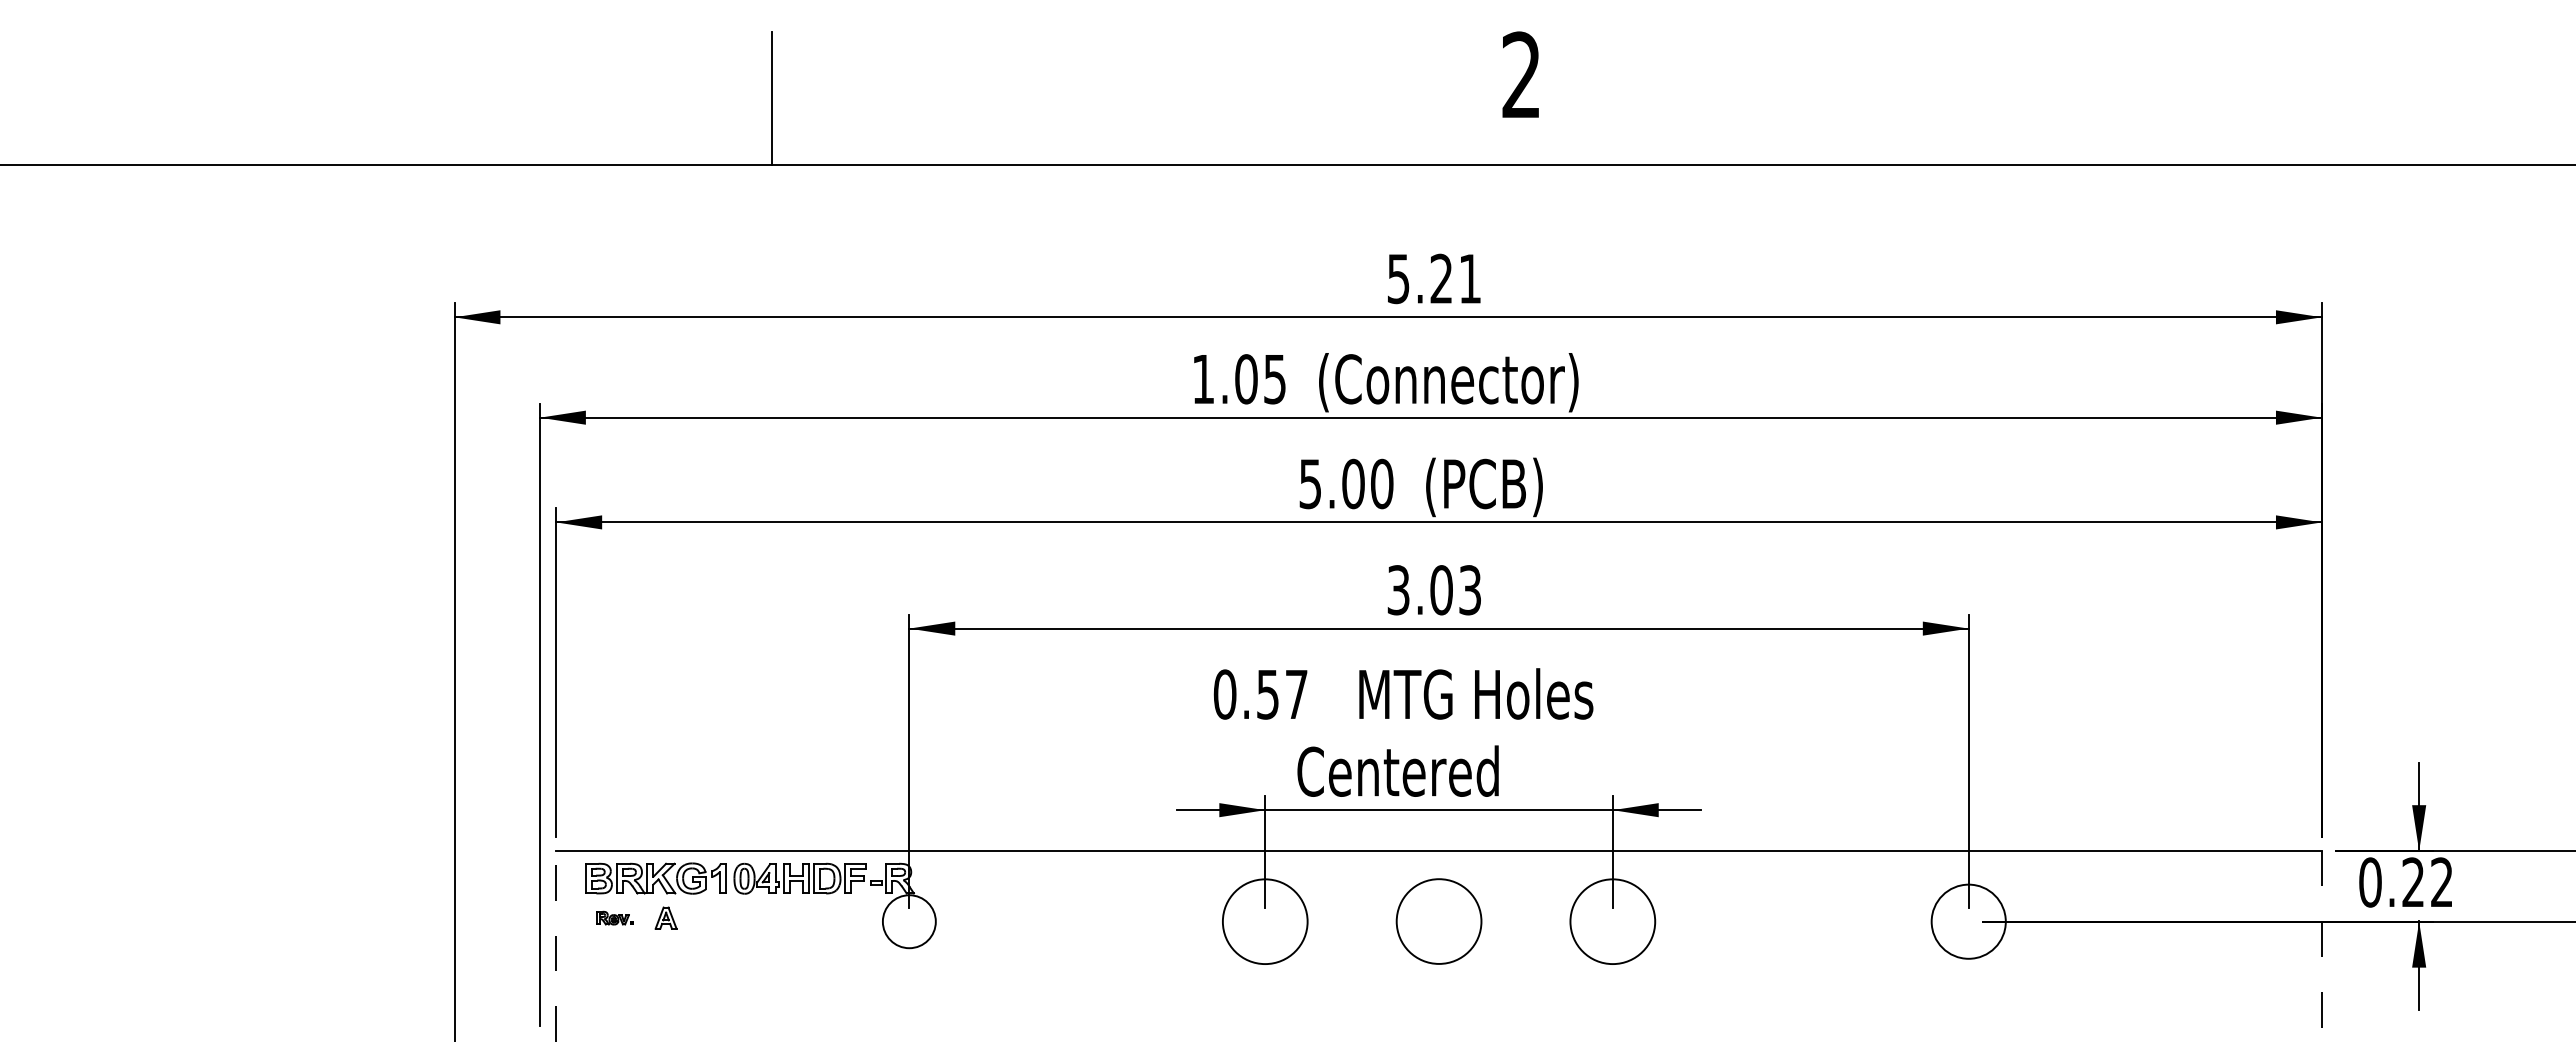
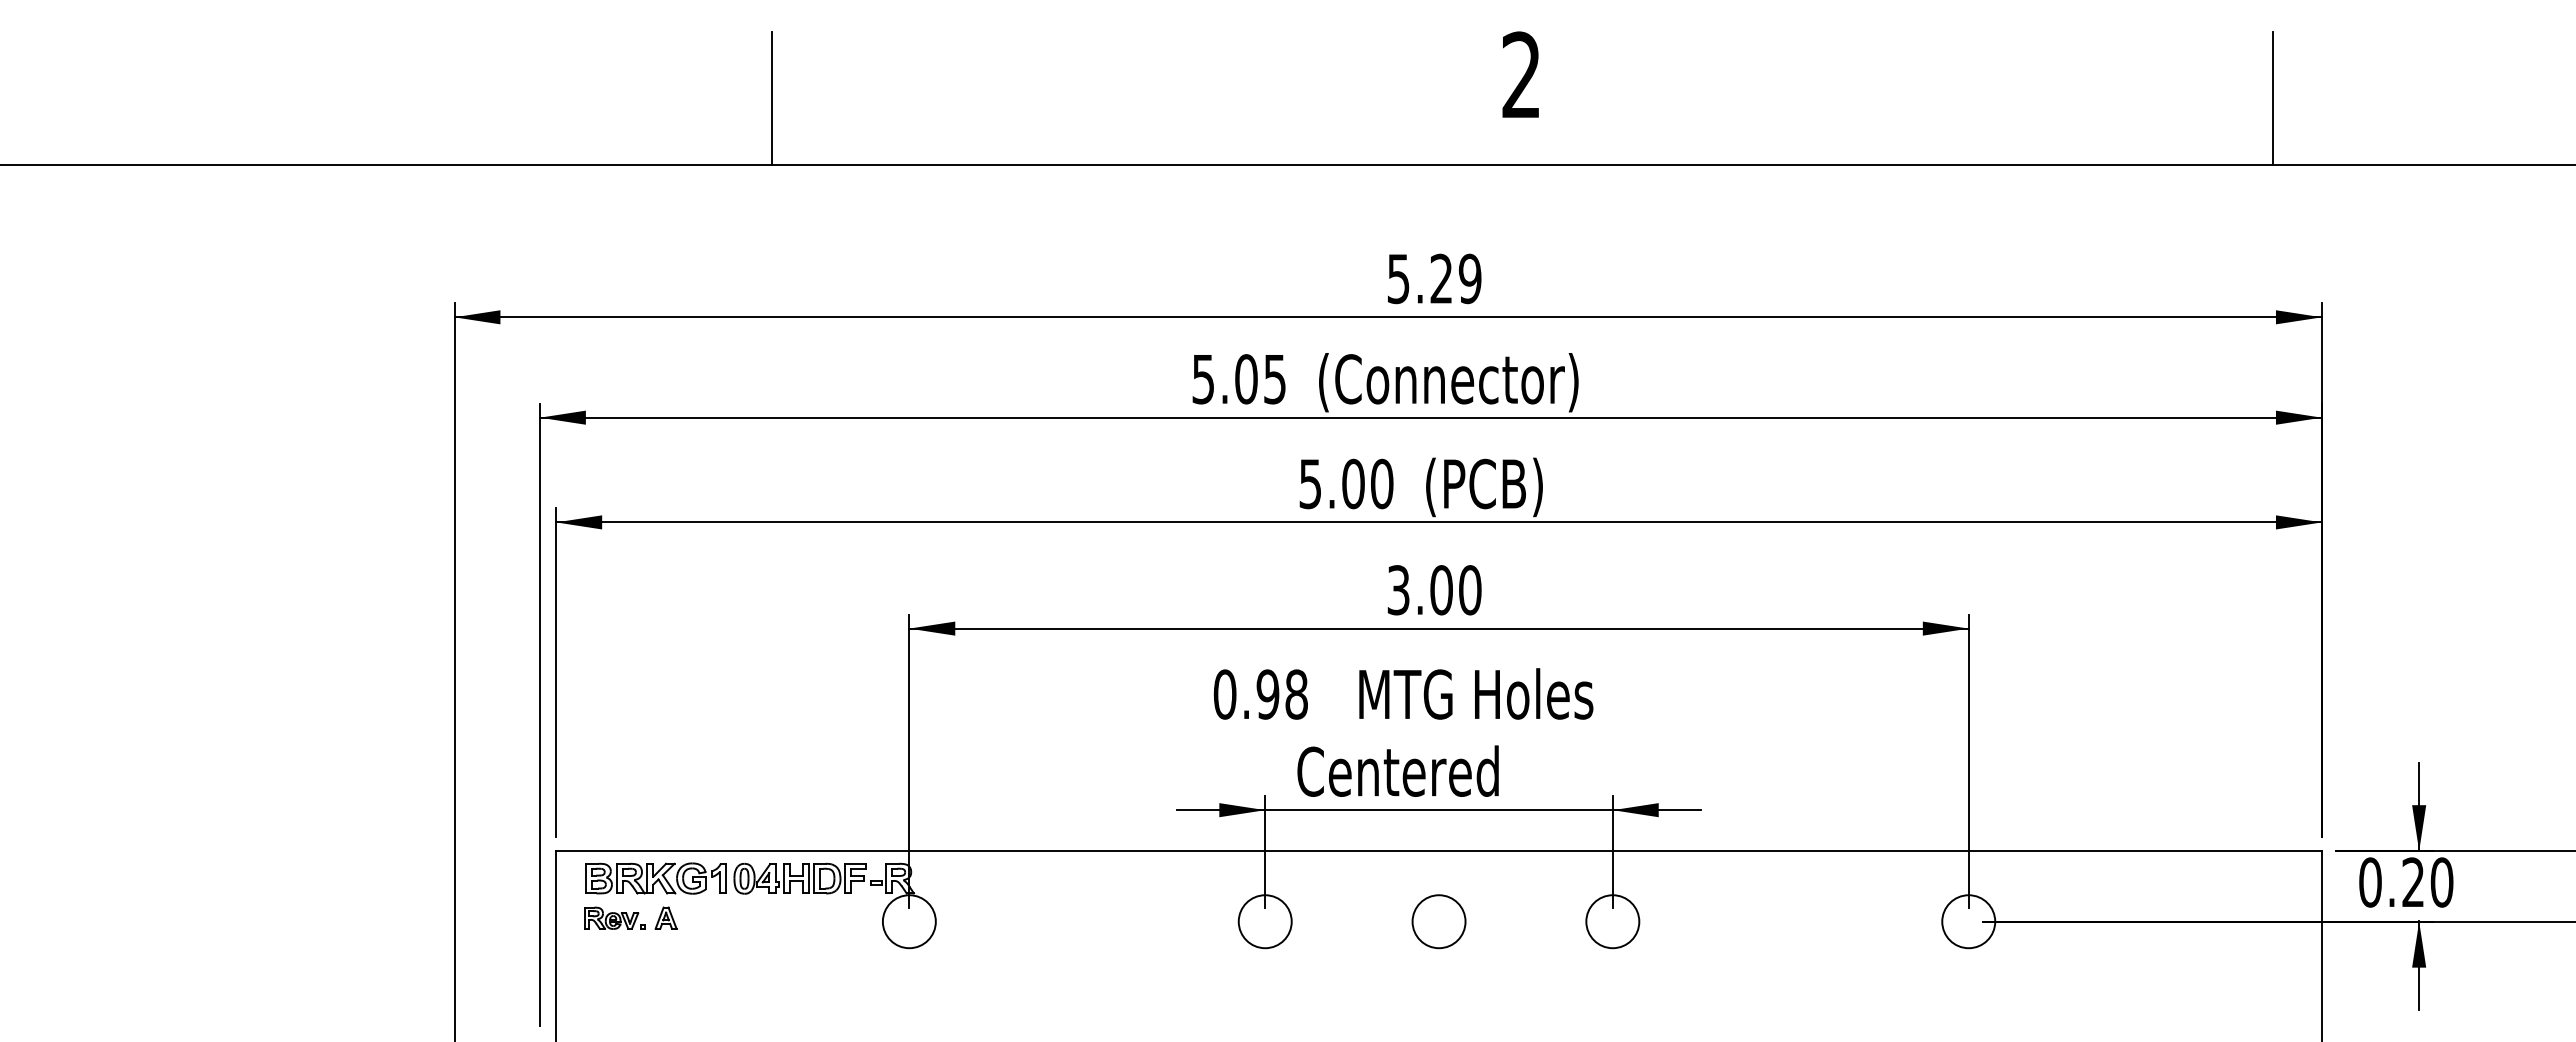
line at (2273, 98): none -> present
text at (1469, 278): 5.21 -> 5.29
text at (1202, 379): 1.05 -> 5.05
text at (1470, 590): 3.03 -> 3.00
text at (1281, 694): 0.57 -> 0.98
text at (2441, 882): 0.22 -> 0.20
part at (614, 917) size: 38x16 px -> 62x24 px
circle at (1264, 921) diameter: 85 px -> 53 px
circle at (1438, 921) size: 88x87 px -> 56x56 px
circle at (1612, 921) diameter: 85 px -> 53 px
circle at (1968, 921) diameter: 74 px -> 53 px
line at (556, 945): dashed -> solid
line at (2321, 946): dashed -> solid
